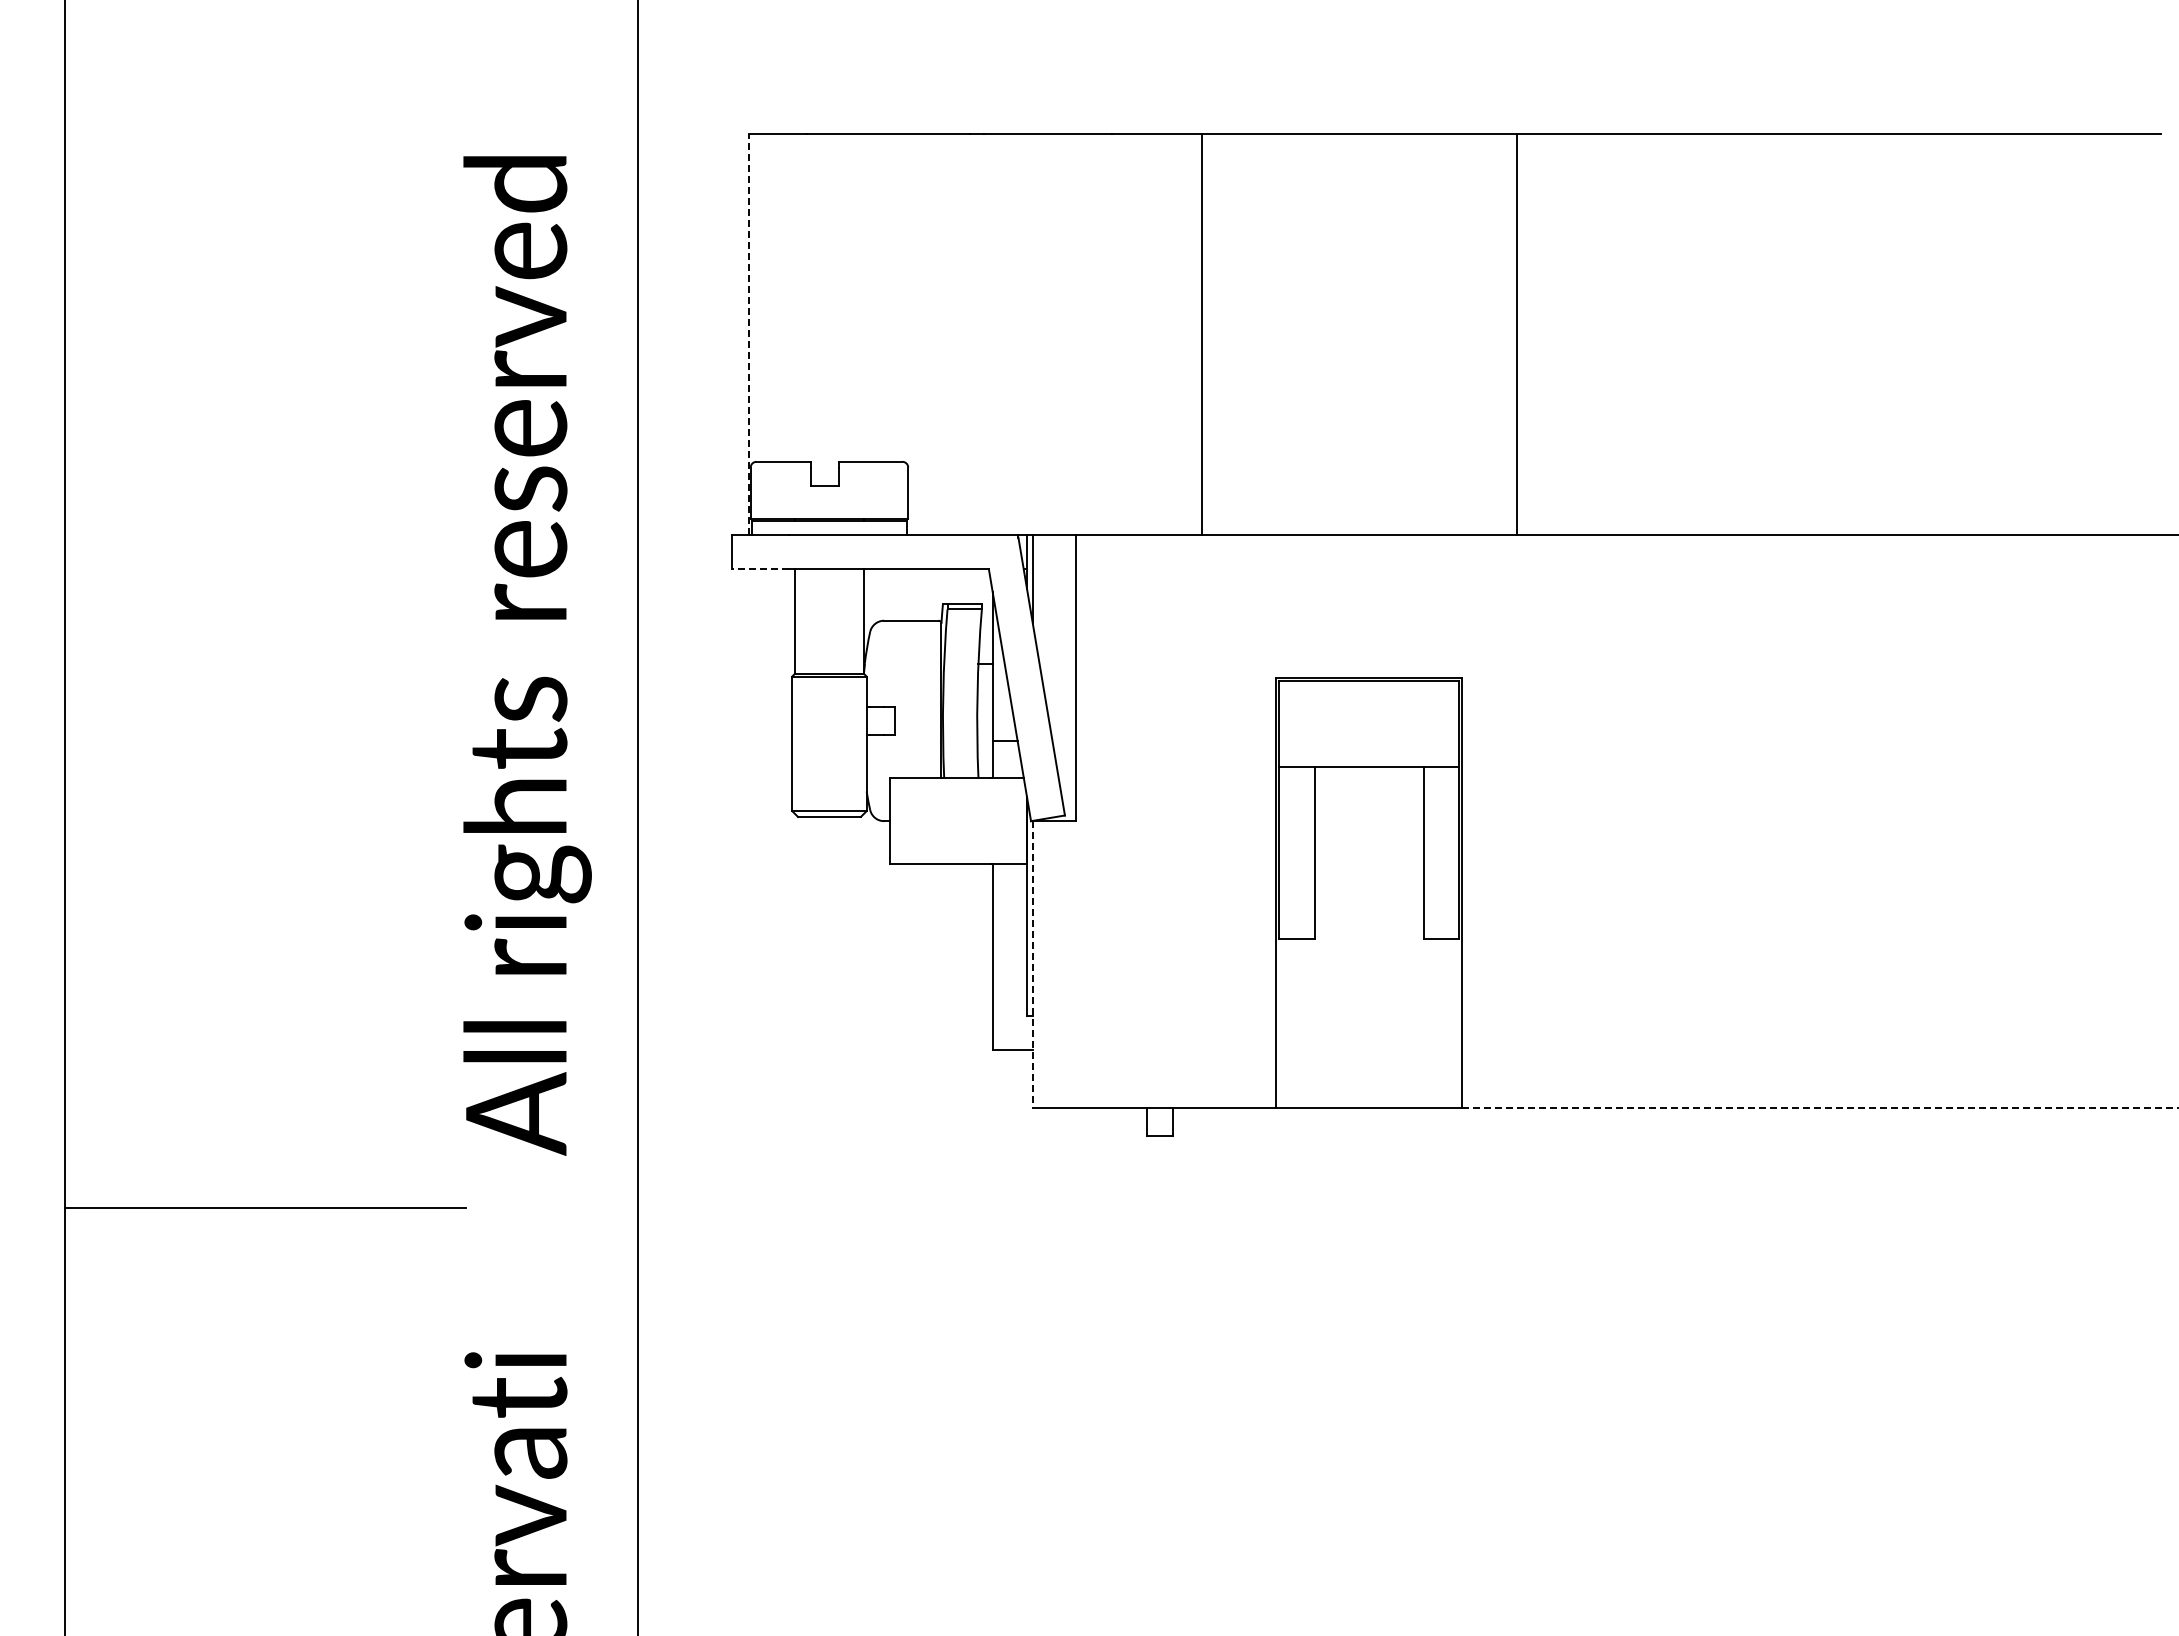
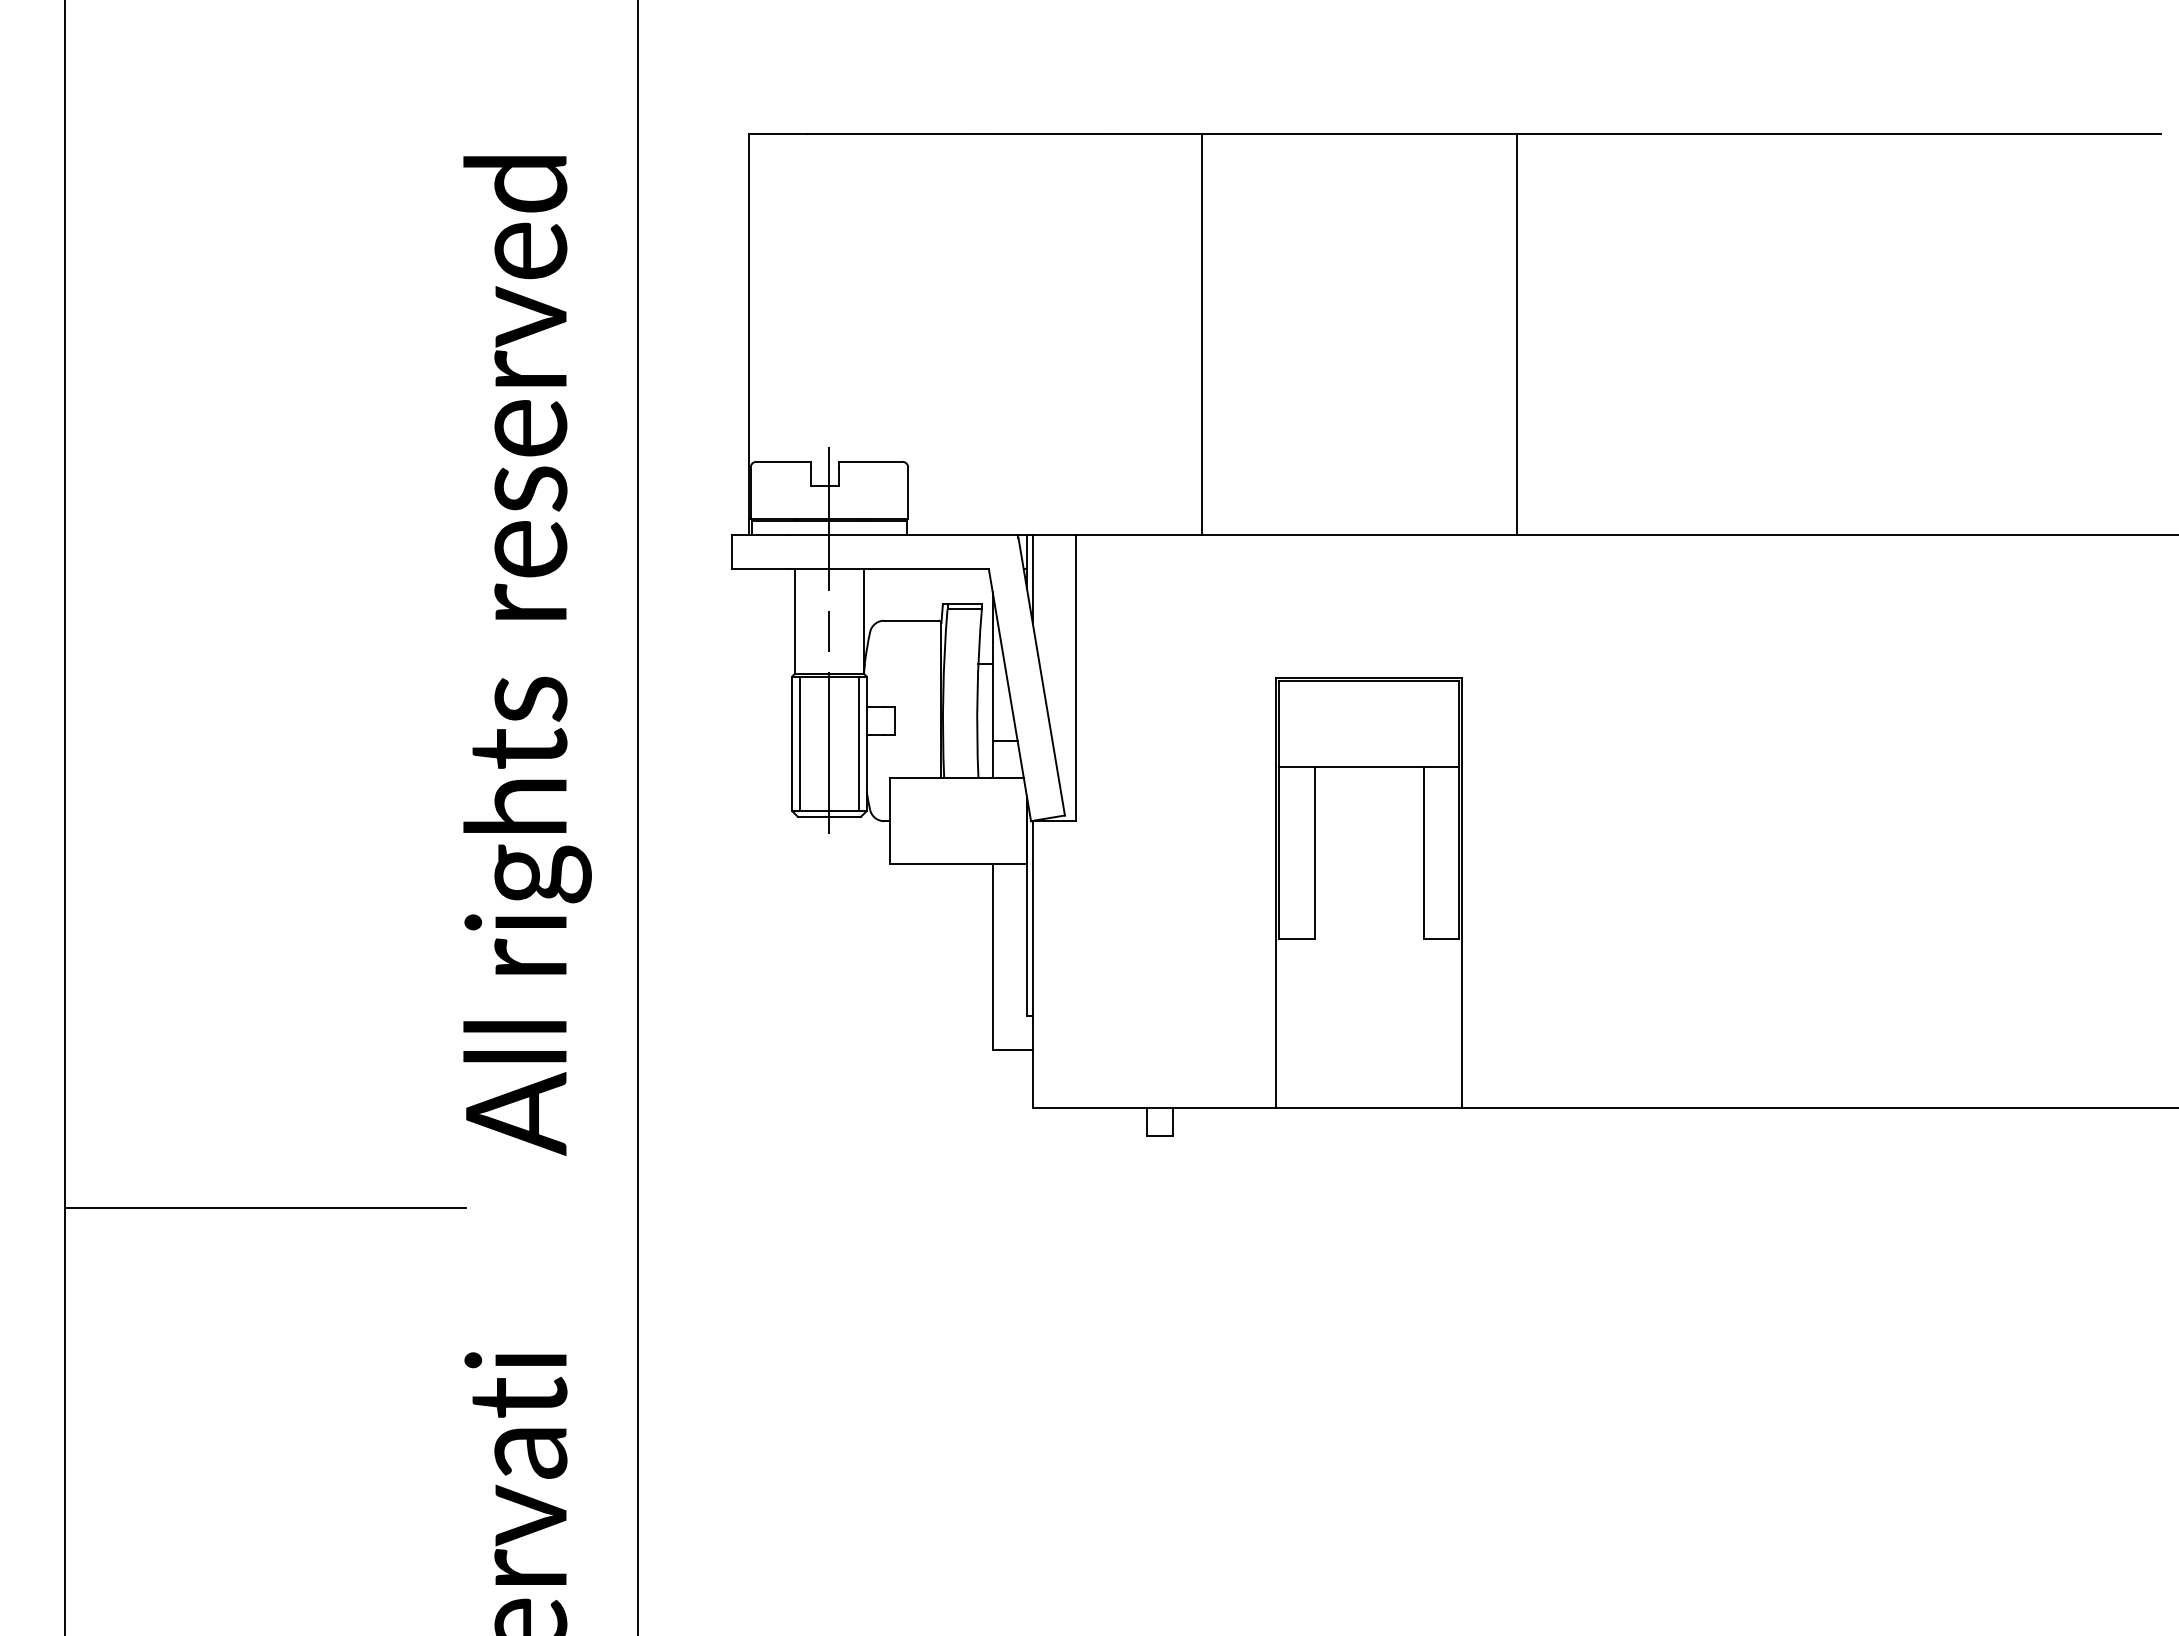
line at (749, 333): dashed -> solid
line at (760, 569): dashed -> solid
line at (829, 640): none -> present
line at (799, 743): none -> present
line at (858, 743): none -> present
line at (1032, 964): dashed -> solid
line at (1821, 1107): dashed -> solid
